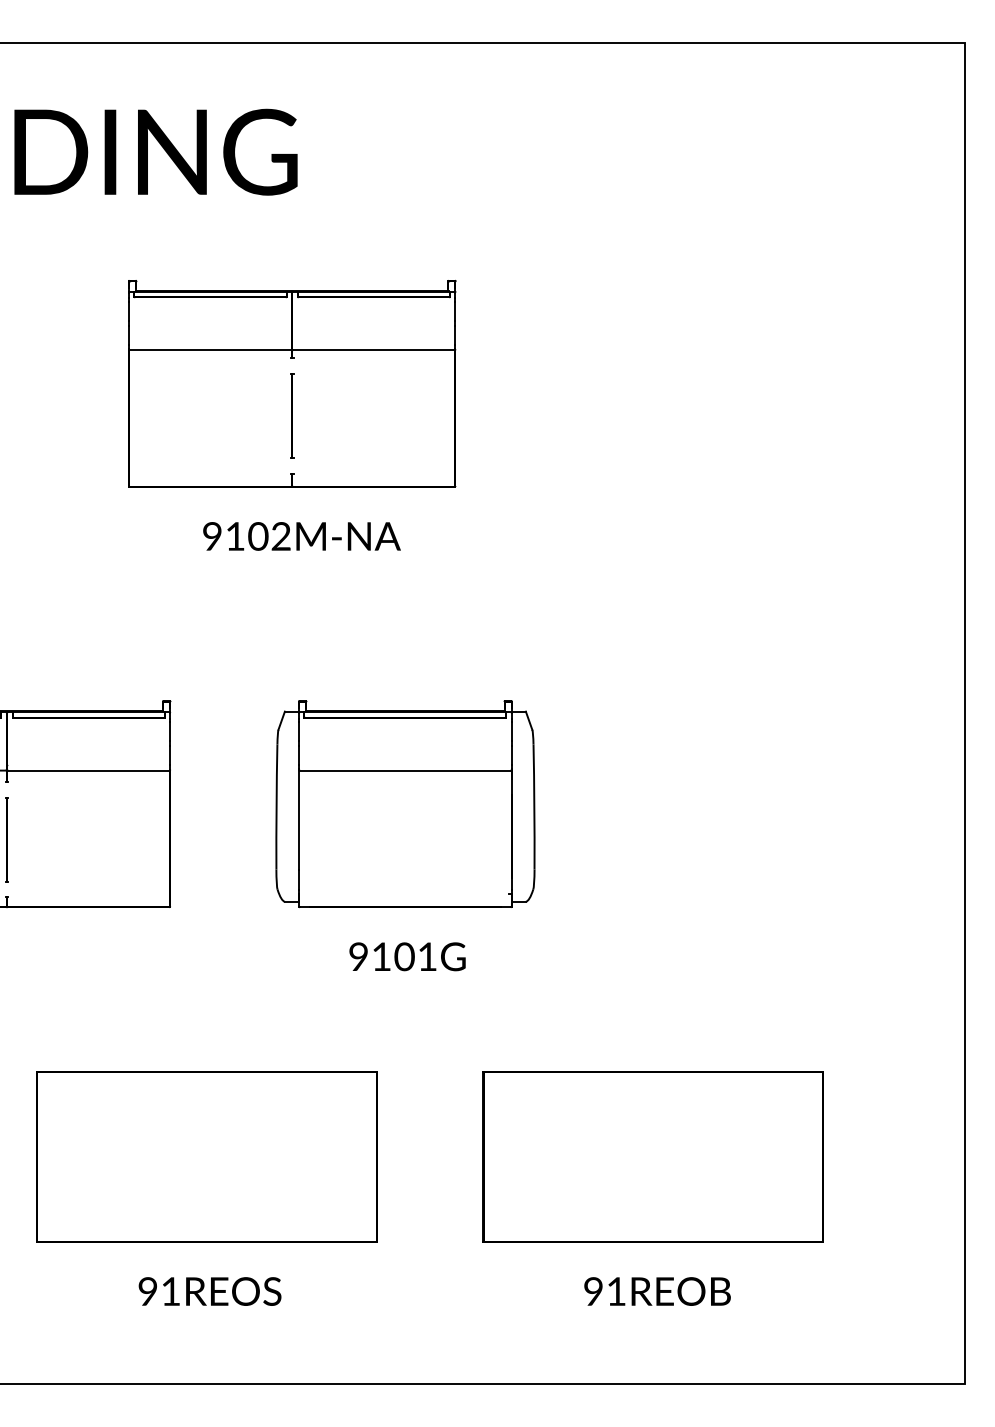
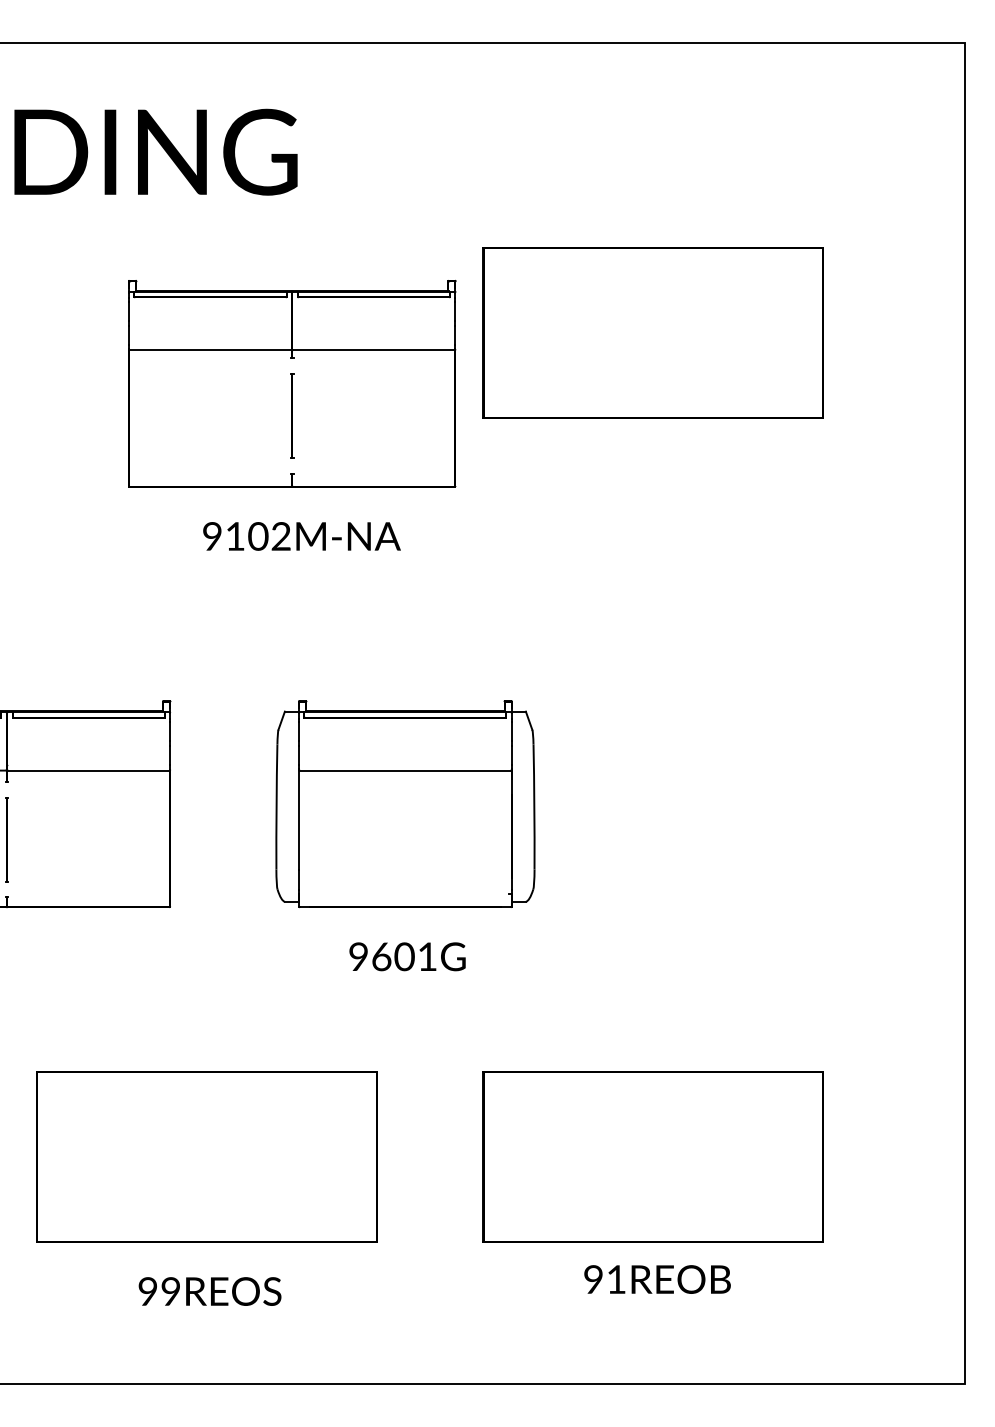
part at (652, 332): none -> present
text at (381, 956): 9101G -> 9601G
text at (170, 1291): 91REOS -> 99REOS
text at (657, 1291) position: (657, 1291) -> (657, 1279)
